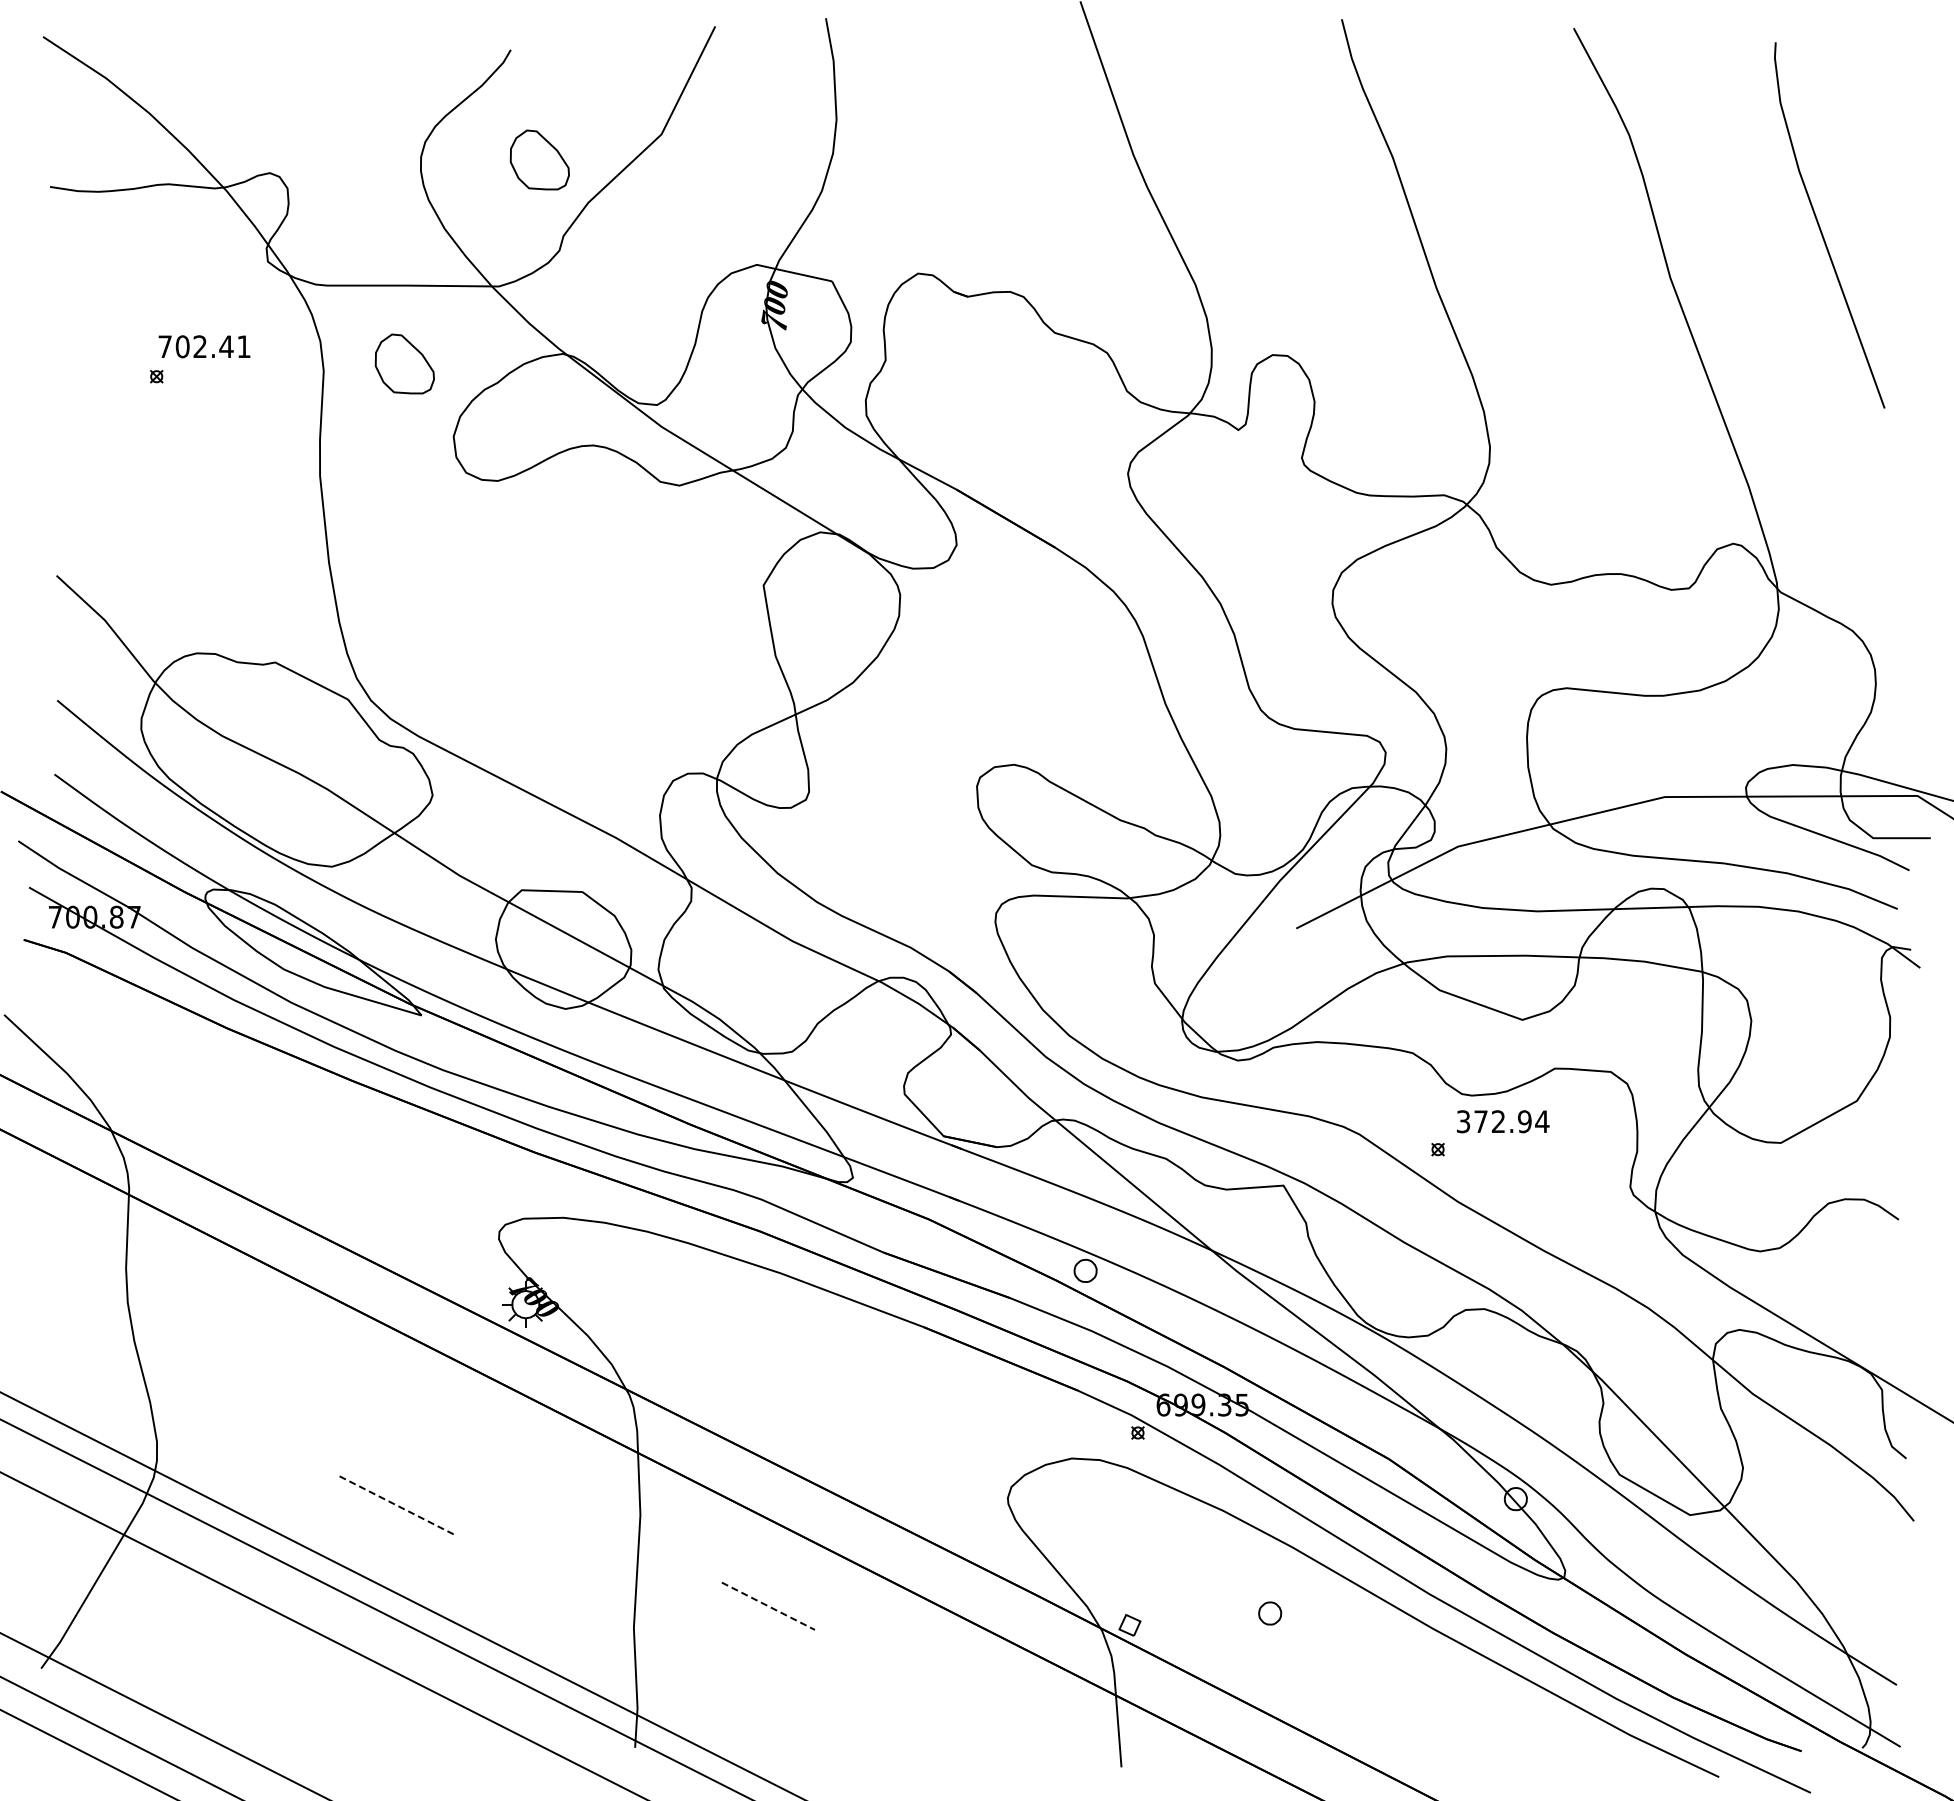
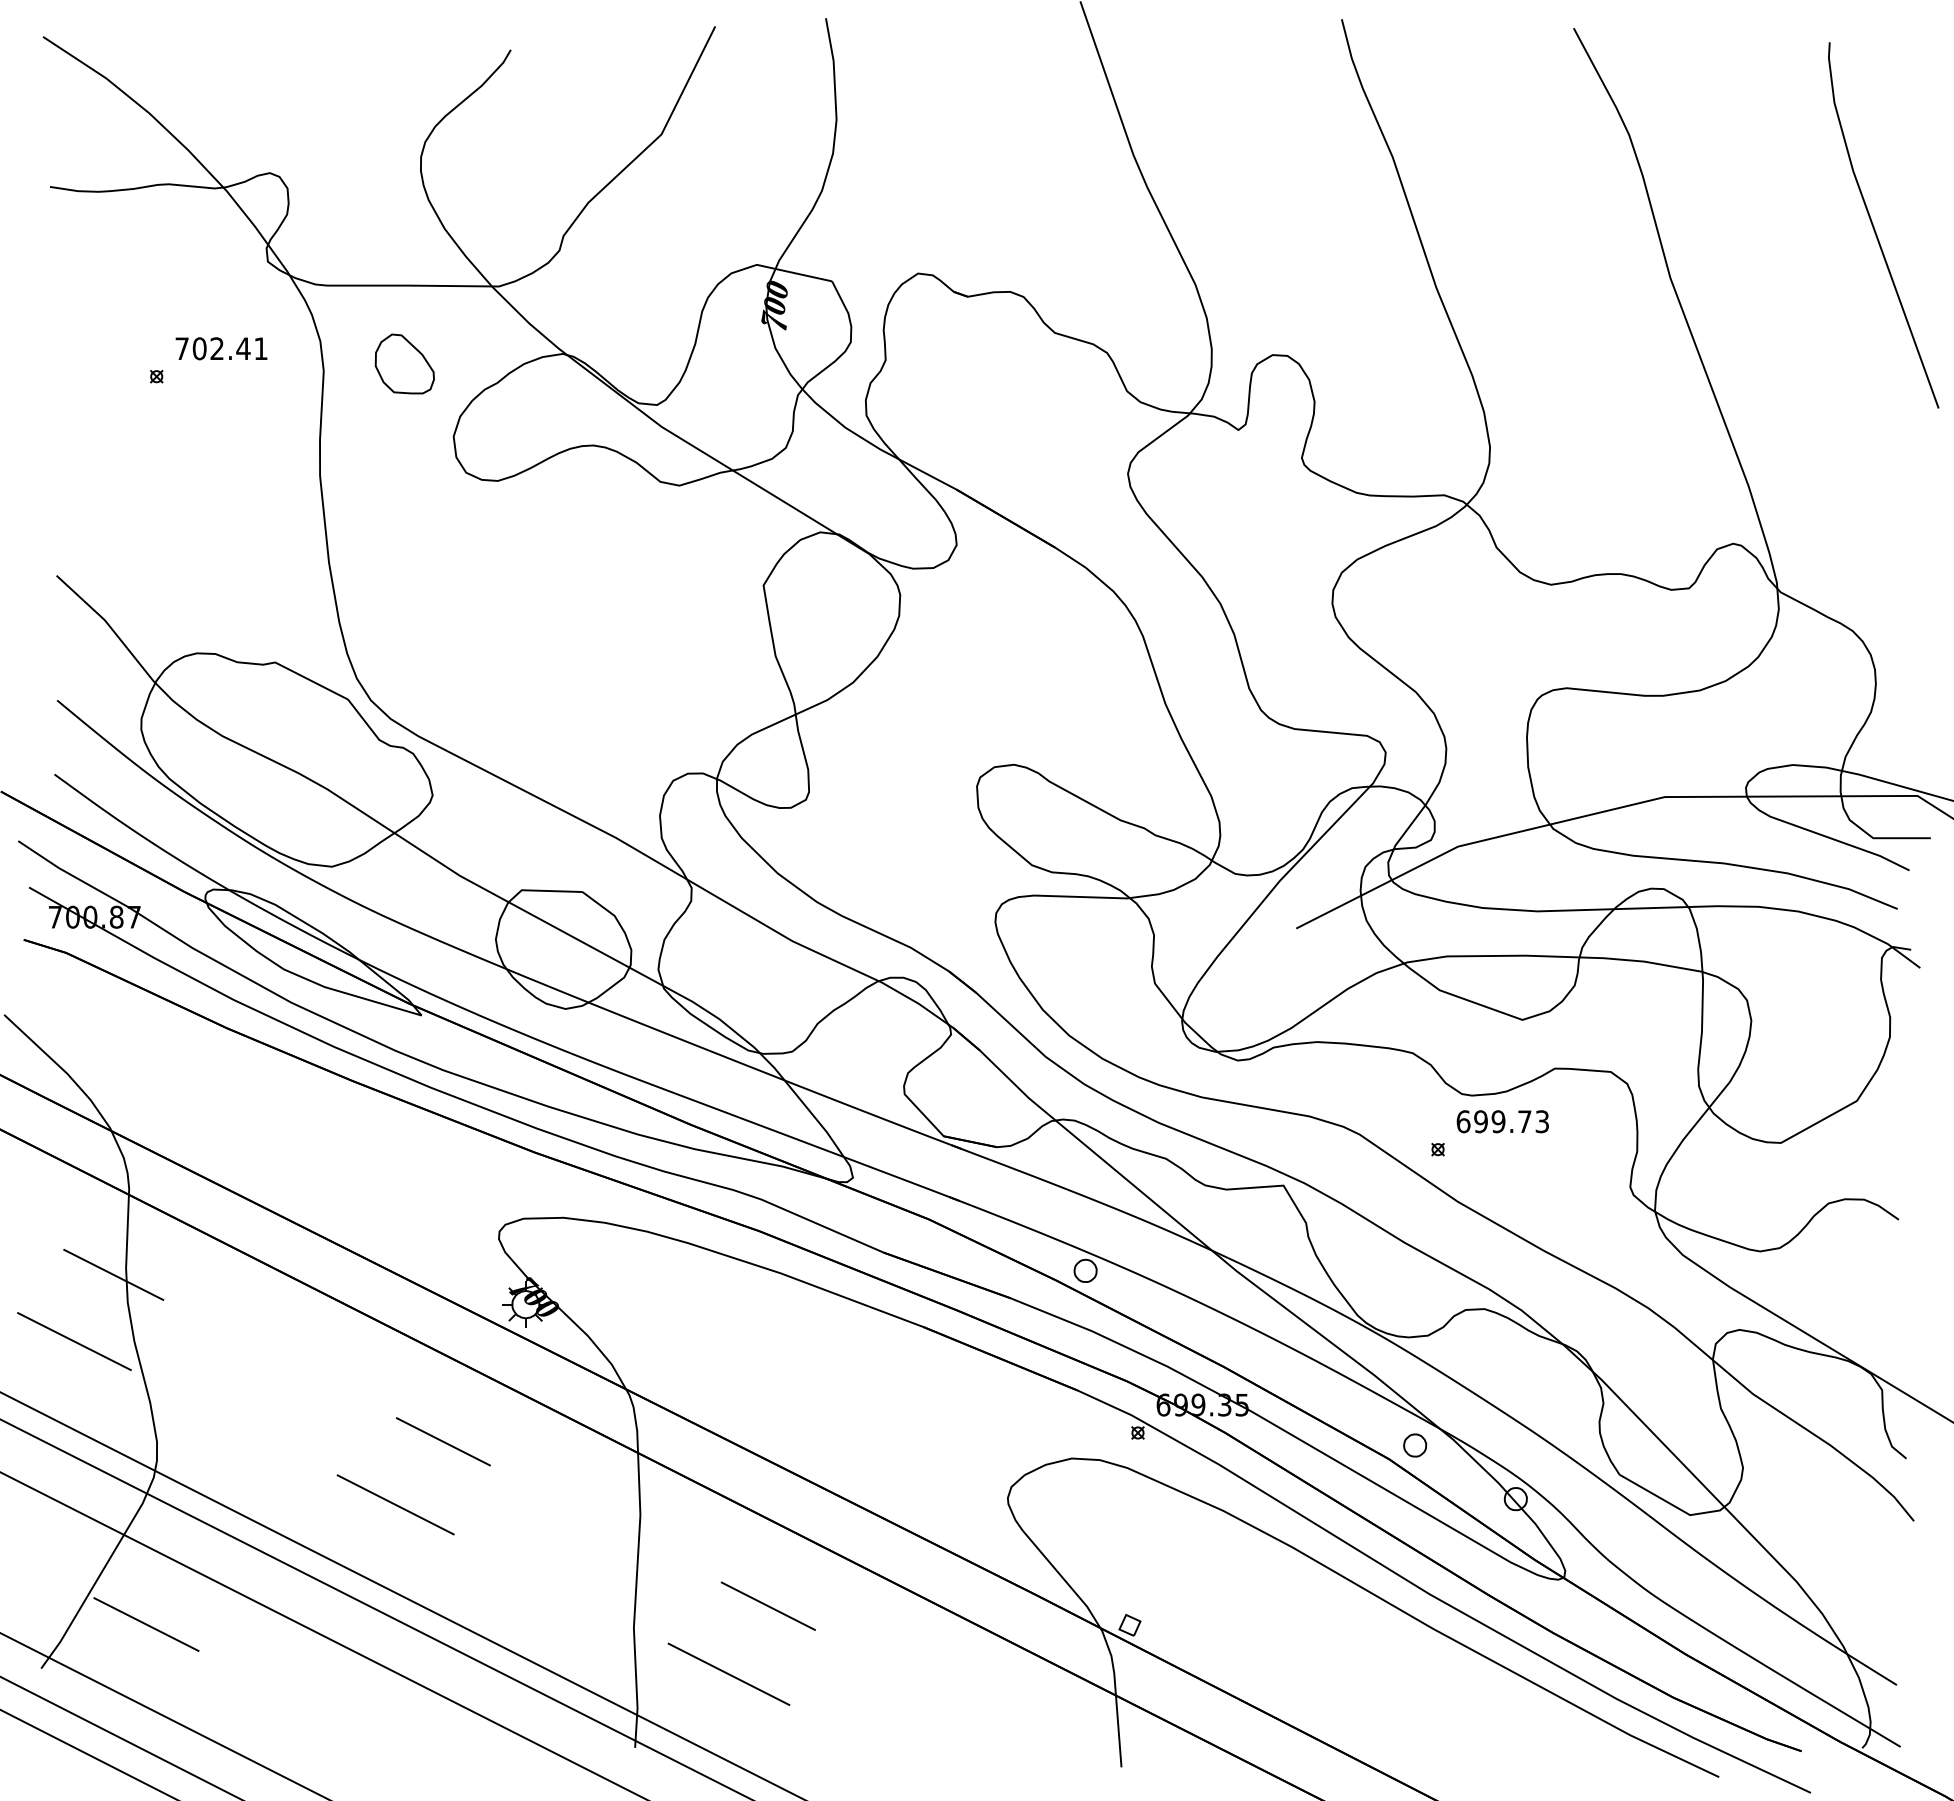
part at (539, 159): present -> none
line at (1821, 229) position: (1821, 229) -> (1875, 229)
text at (204, 346) position: (204, 346) -> (221, 348)
text at (1502, 1121): 372.94 -> 699.73
line at (113, 1274): none -> present
line at (74, 1341): none -> present
line at (442, 1441): none -> present
line at (395, 1504): dashed -> solid
line at (768, 1606): dashed -> solid
part at (1270, 1613) position: (1270, 1613) -> (1415, 1445)
line at (146, 1624): none -> present
line at (728, 1673): none -> present
